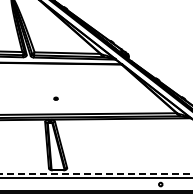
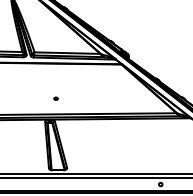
line at (96, 173): dashed -> solid
